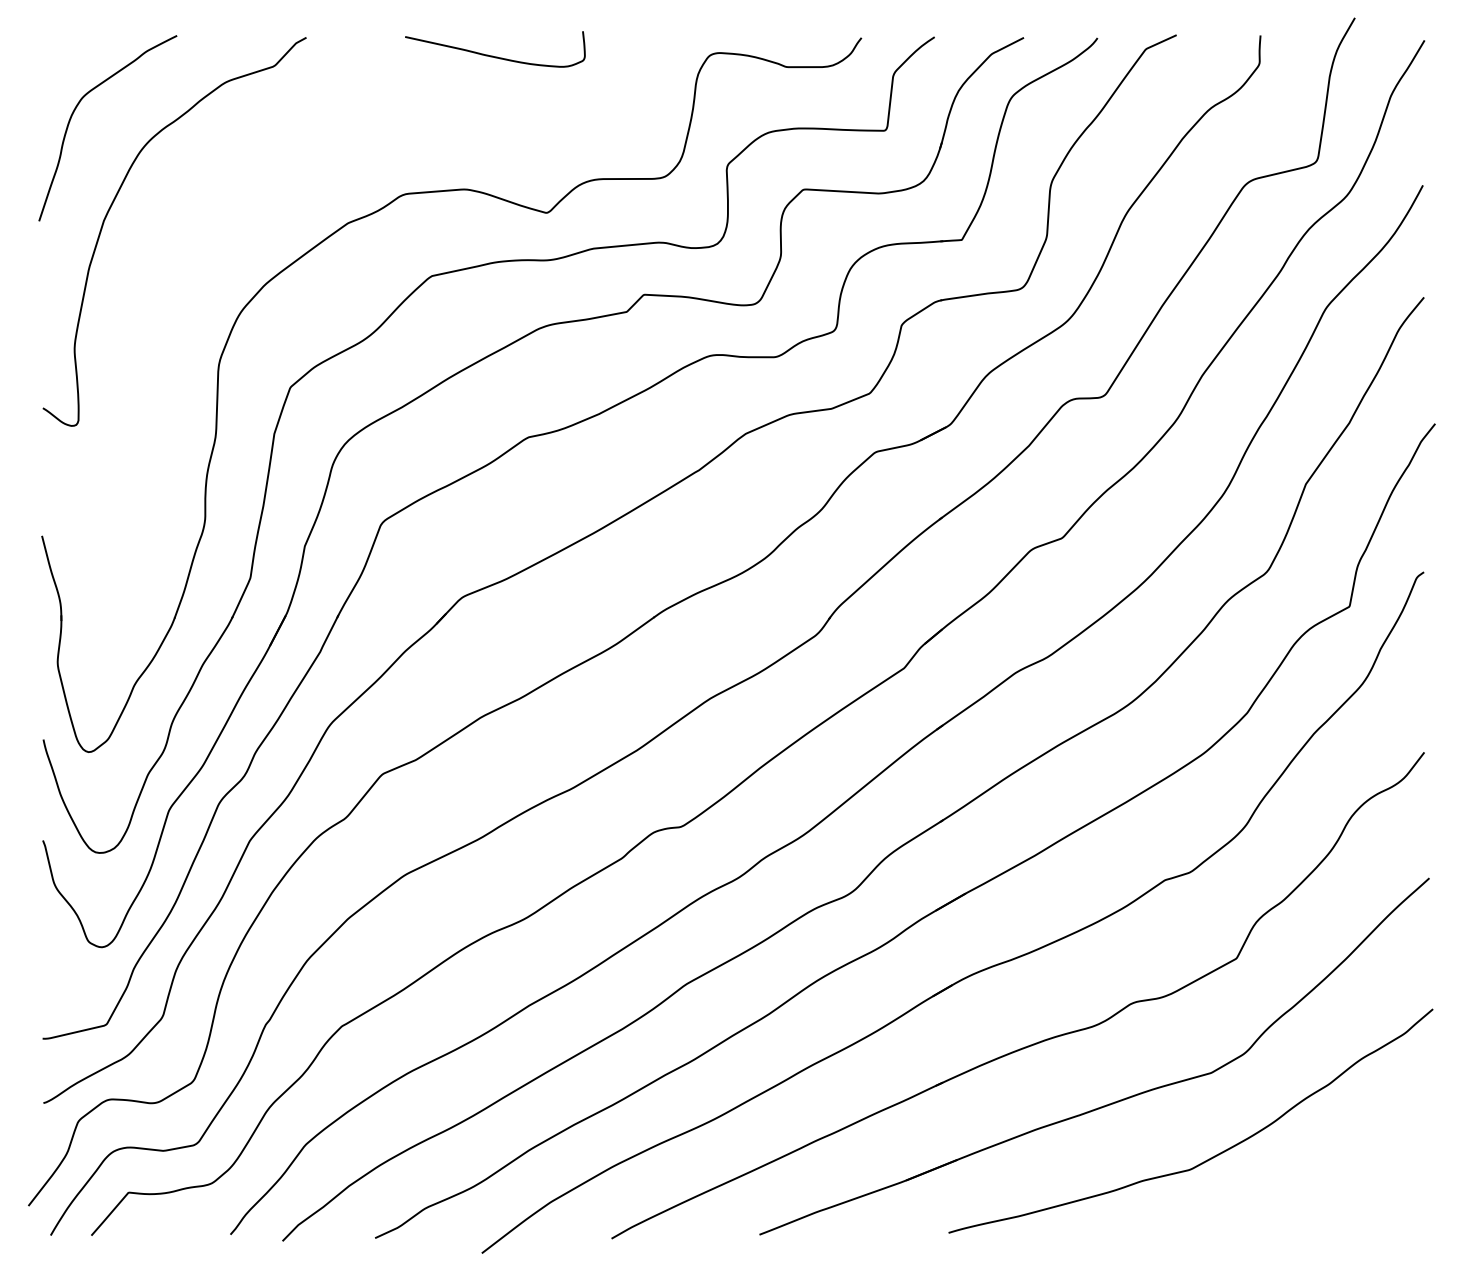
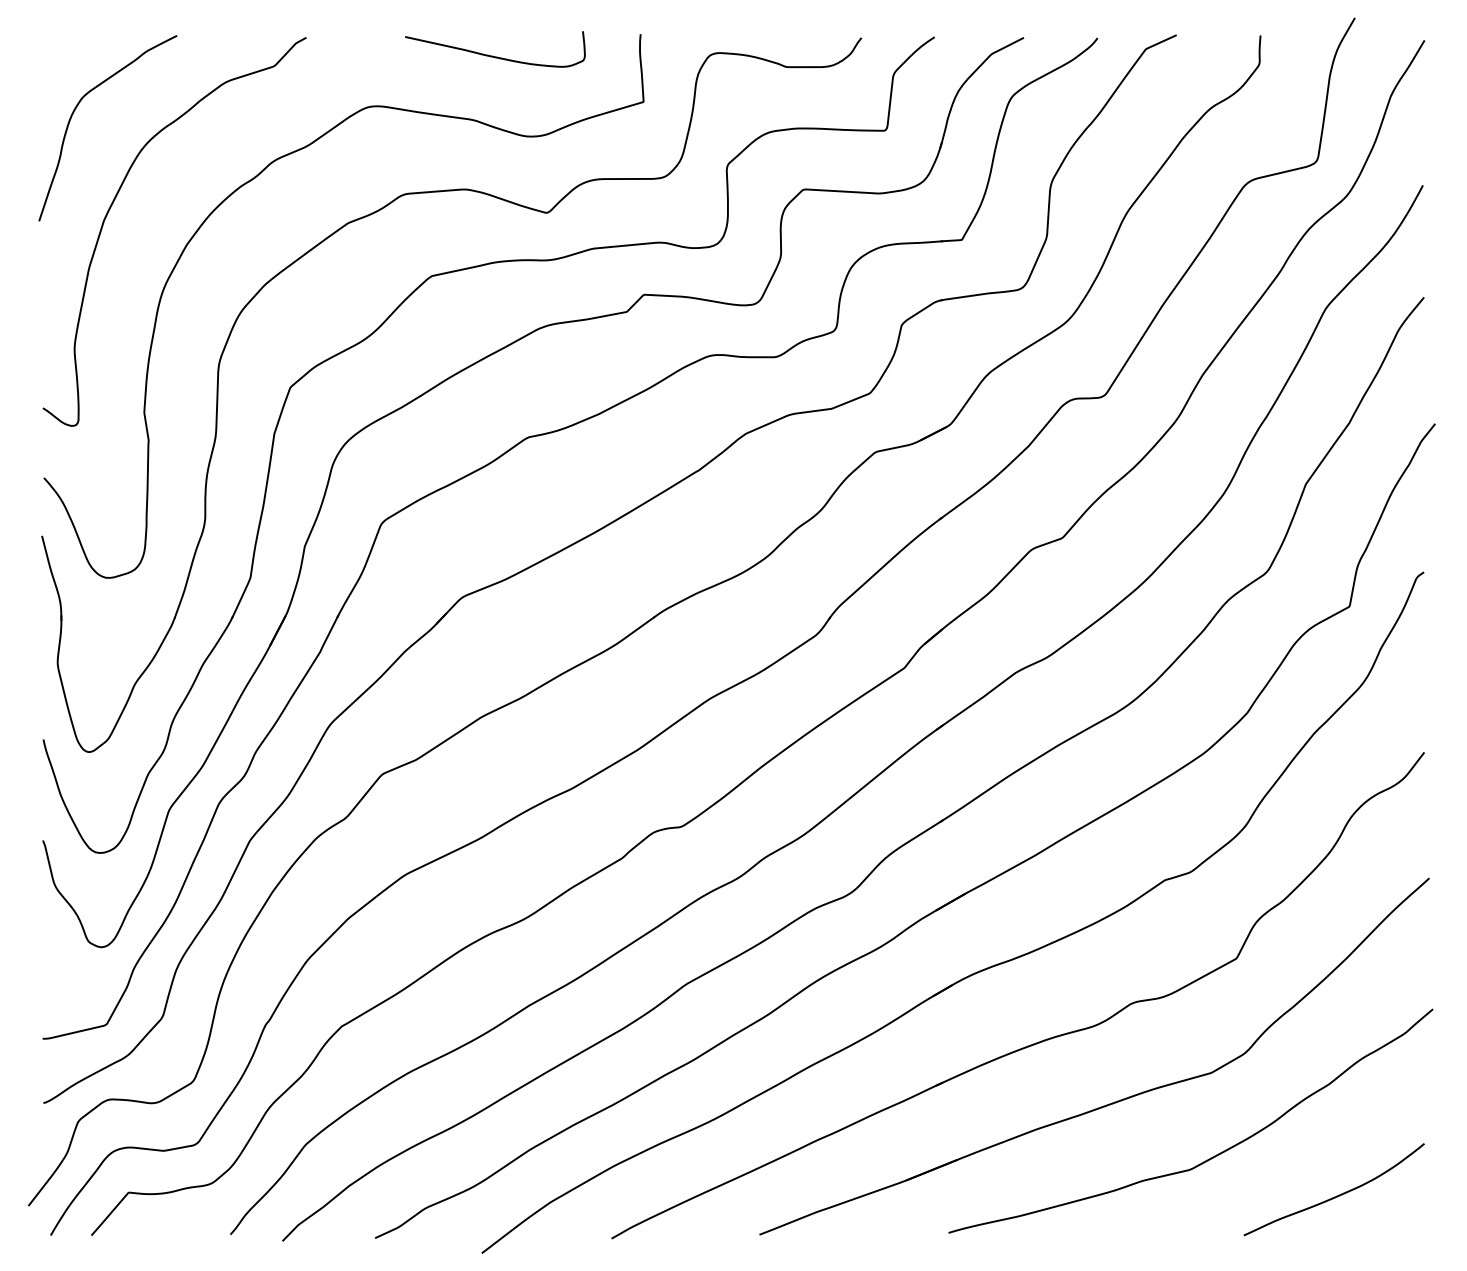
curve at (254, 179): none -> present
curve at (1336, 1195): none -> present
